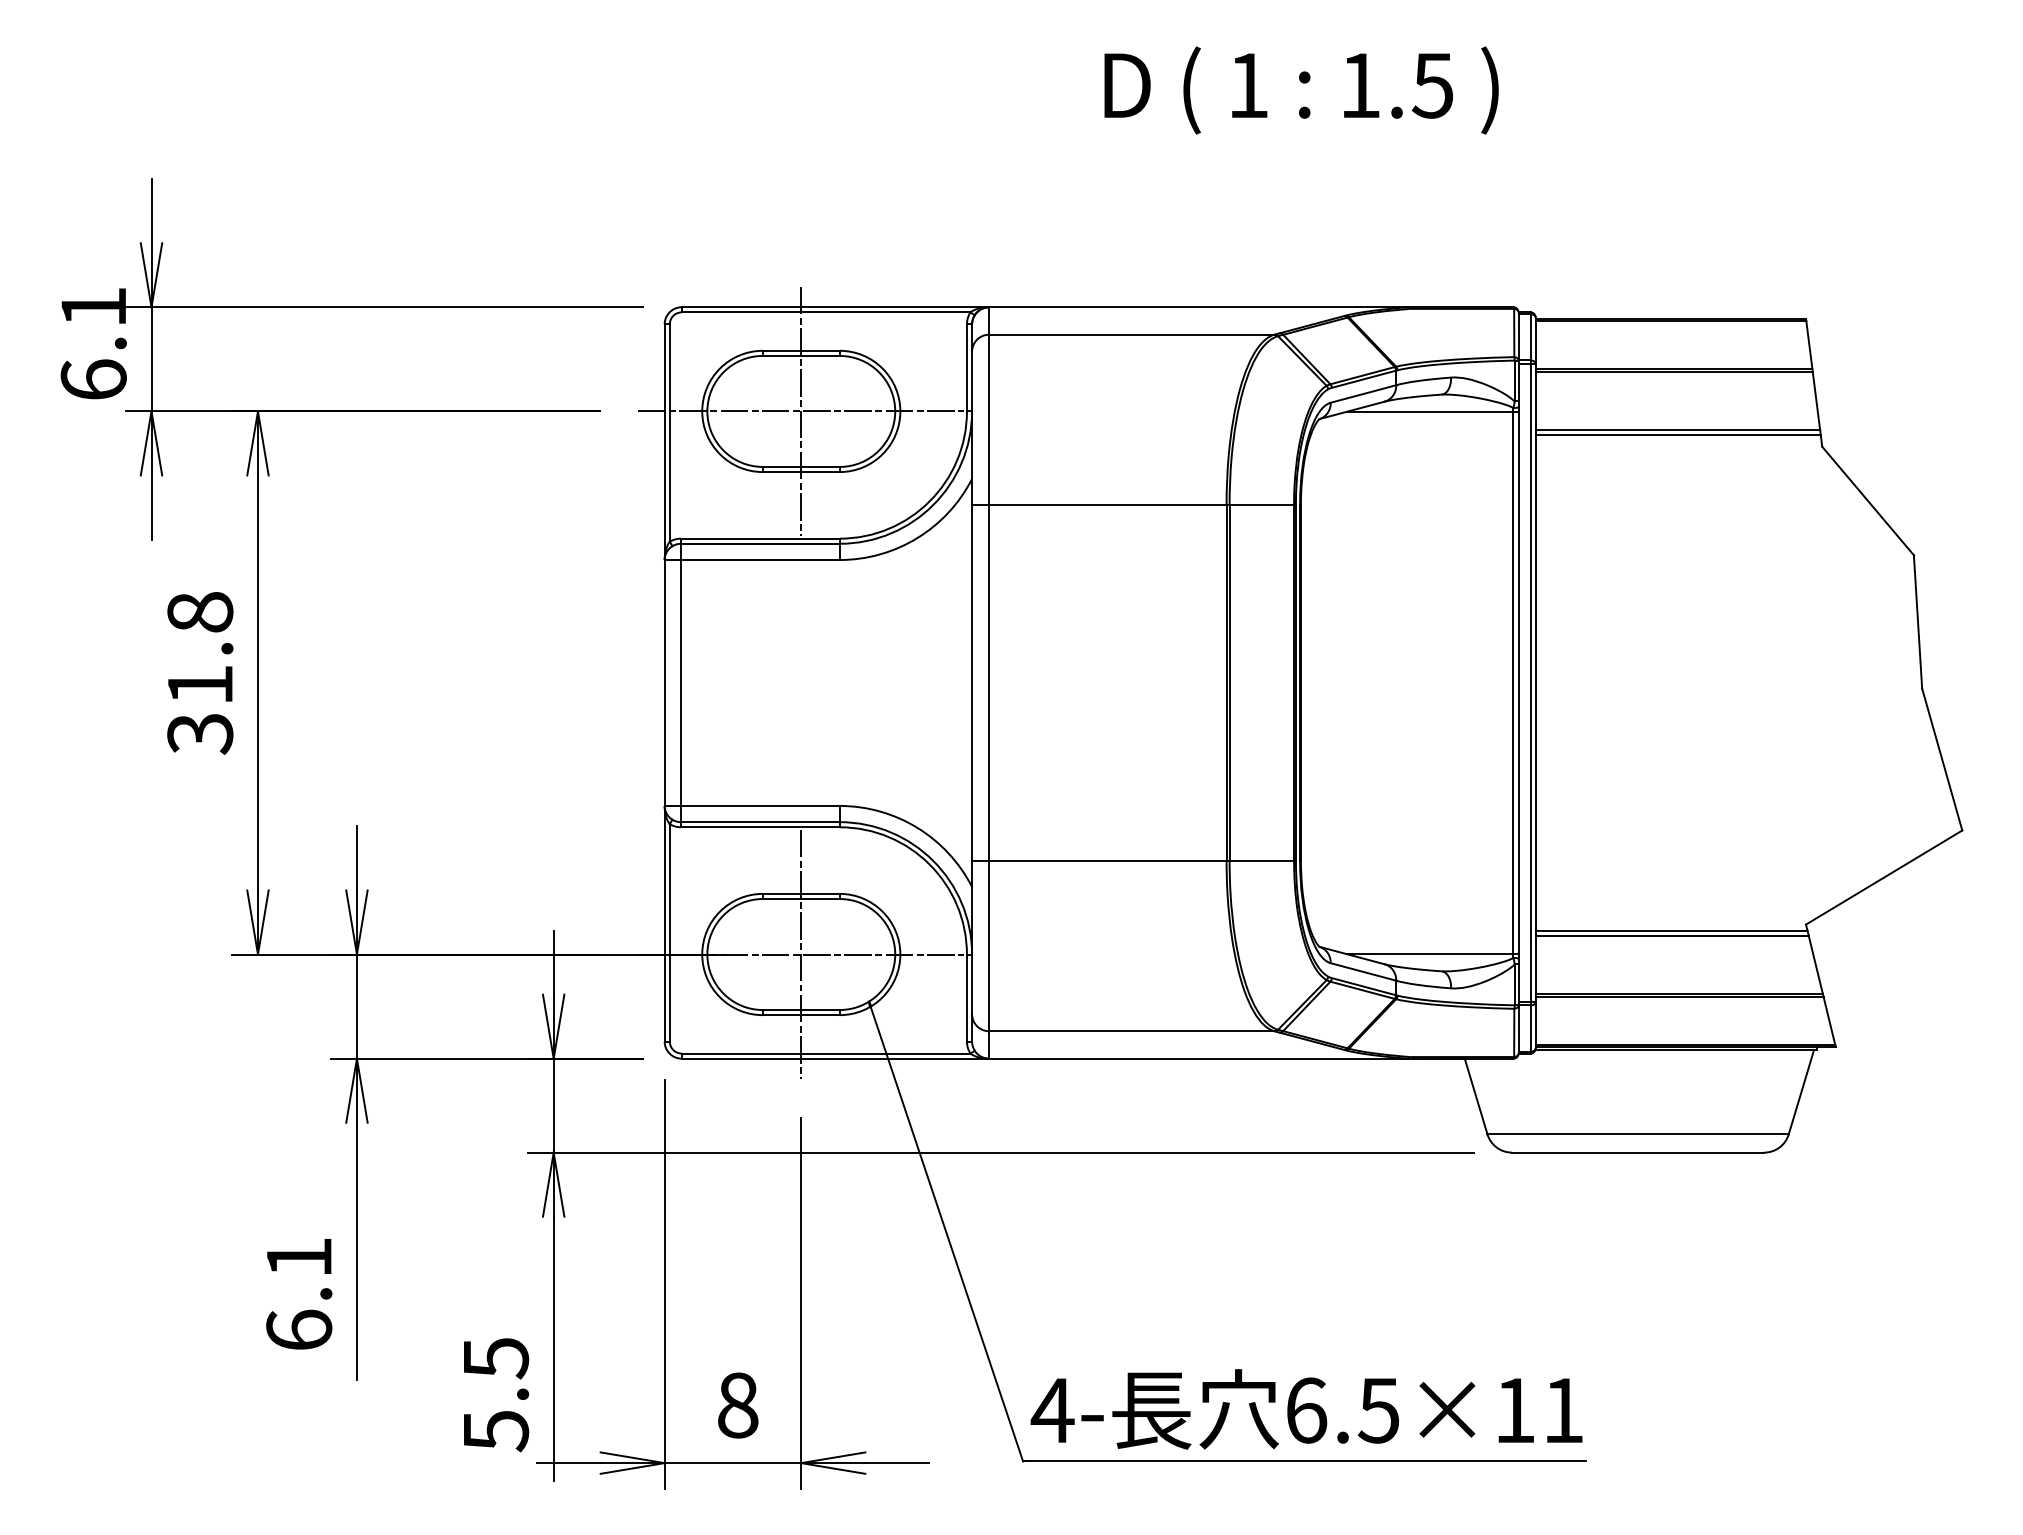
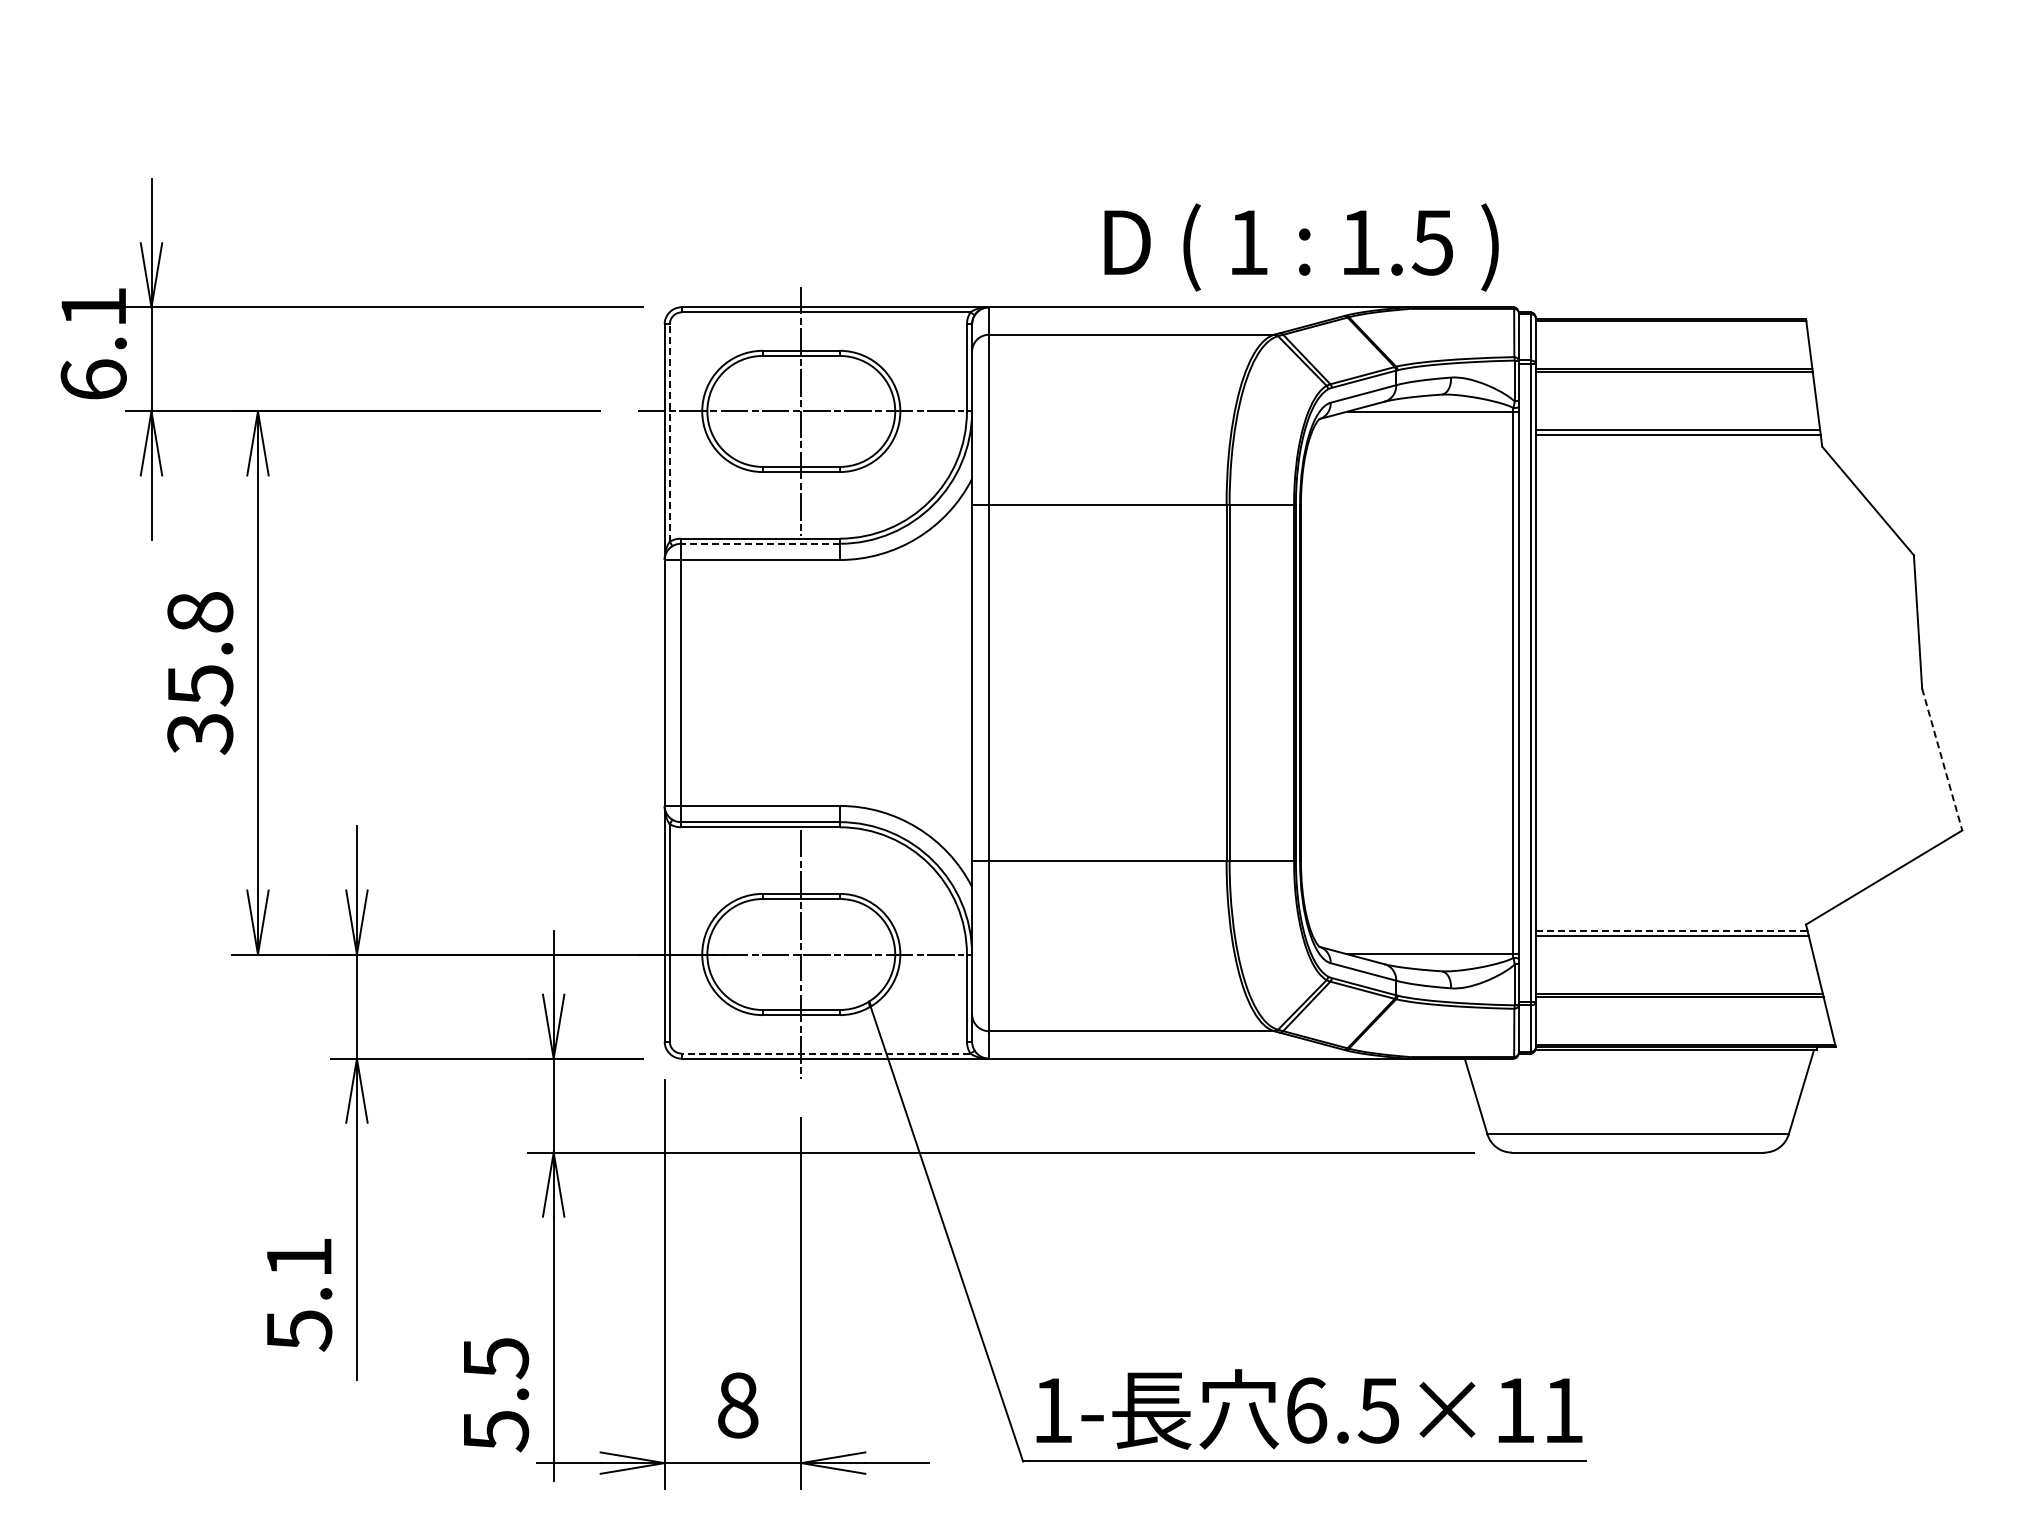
text at (1301, 90) position: (1301, 90) -> (1301, 247)
line at (669, 433): solid -> dashed
line at (759, 543): solid -> dashed
text at (200, 685): 31.8 -> 35.8
line at (1942, 759): solid -> dashed
line at (1671, 930): solid -> dashed
line at (825, 1053): solid -> dashed
text at (299, 1330): 6.1 -> 5.1
text at (1052, 1410): 4- -> 1-
